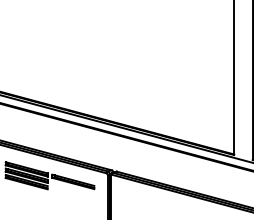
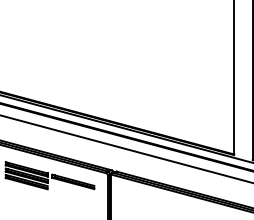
line at (126, 148): none -> present
